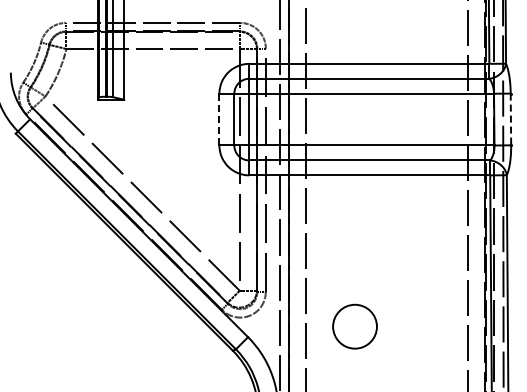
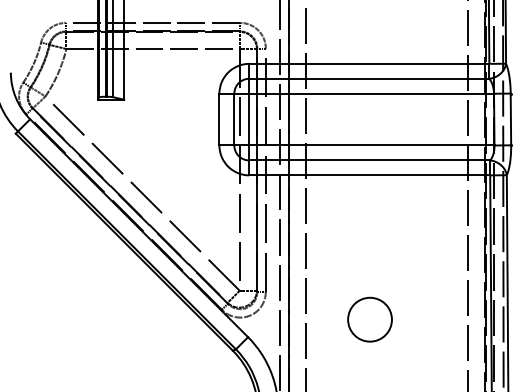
line at (219, 119): dashed -> solid
line at (510, 119): dashed -> solid
circle at (354, 326) position: (354, 326) -> (369, 319)
